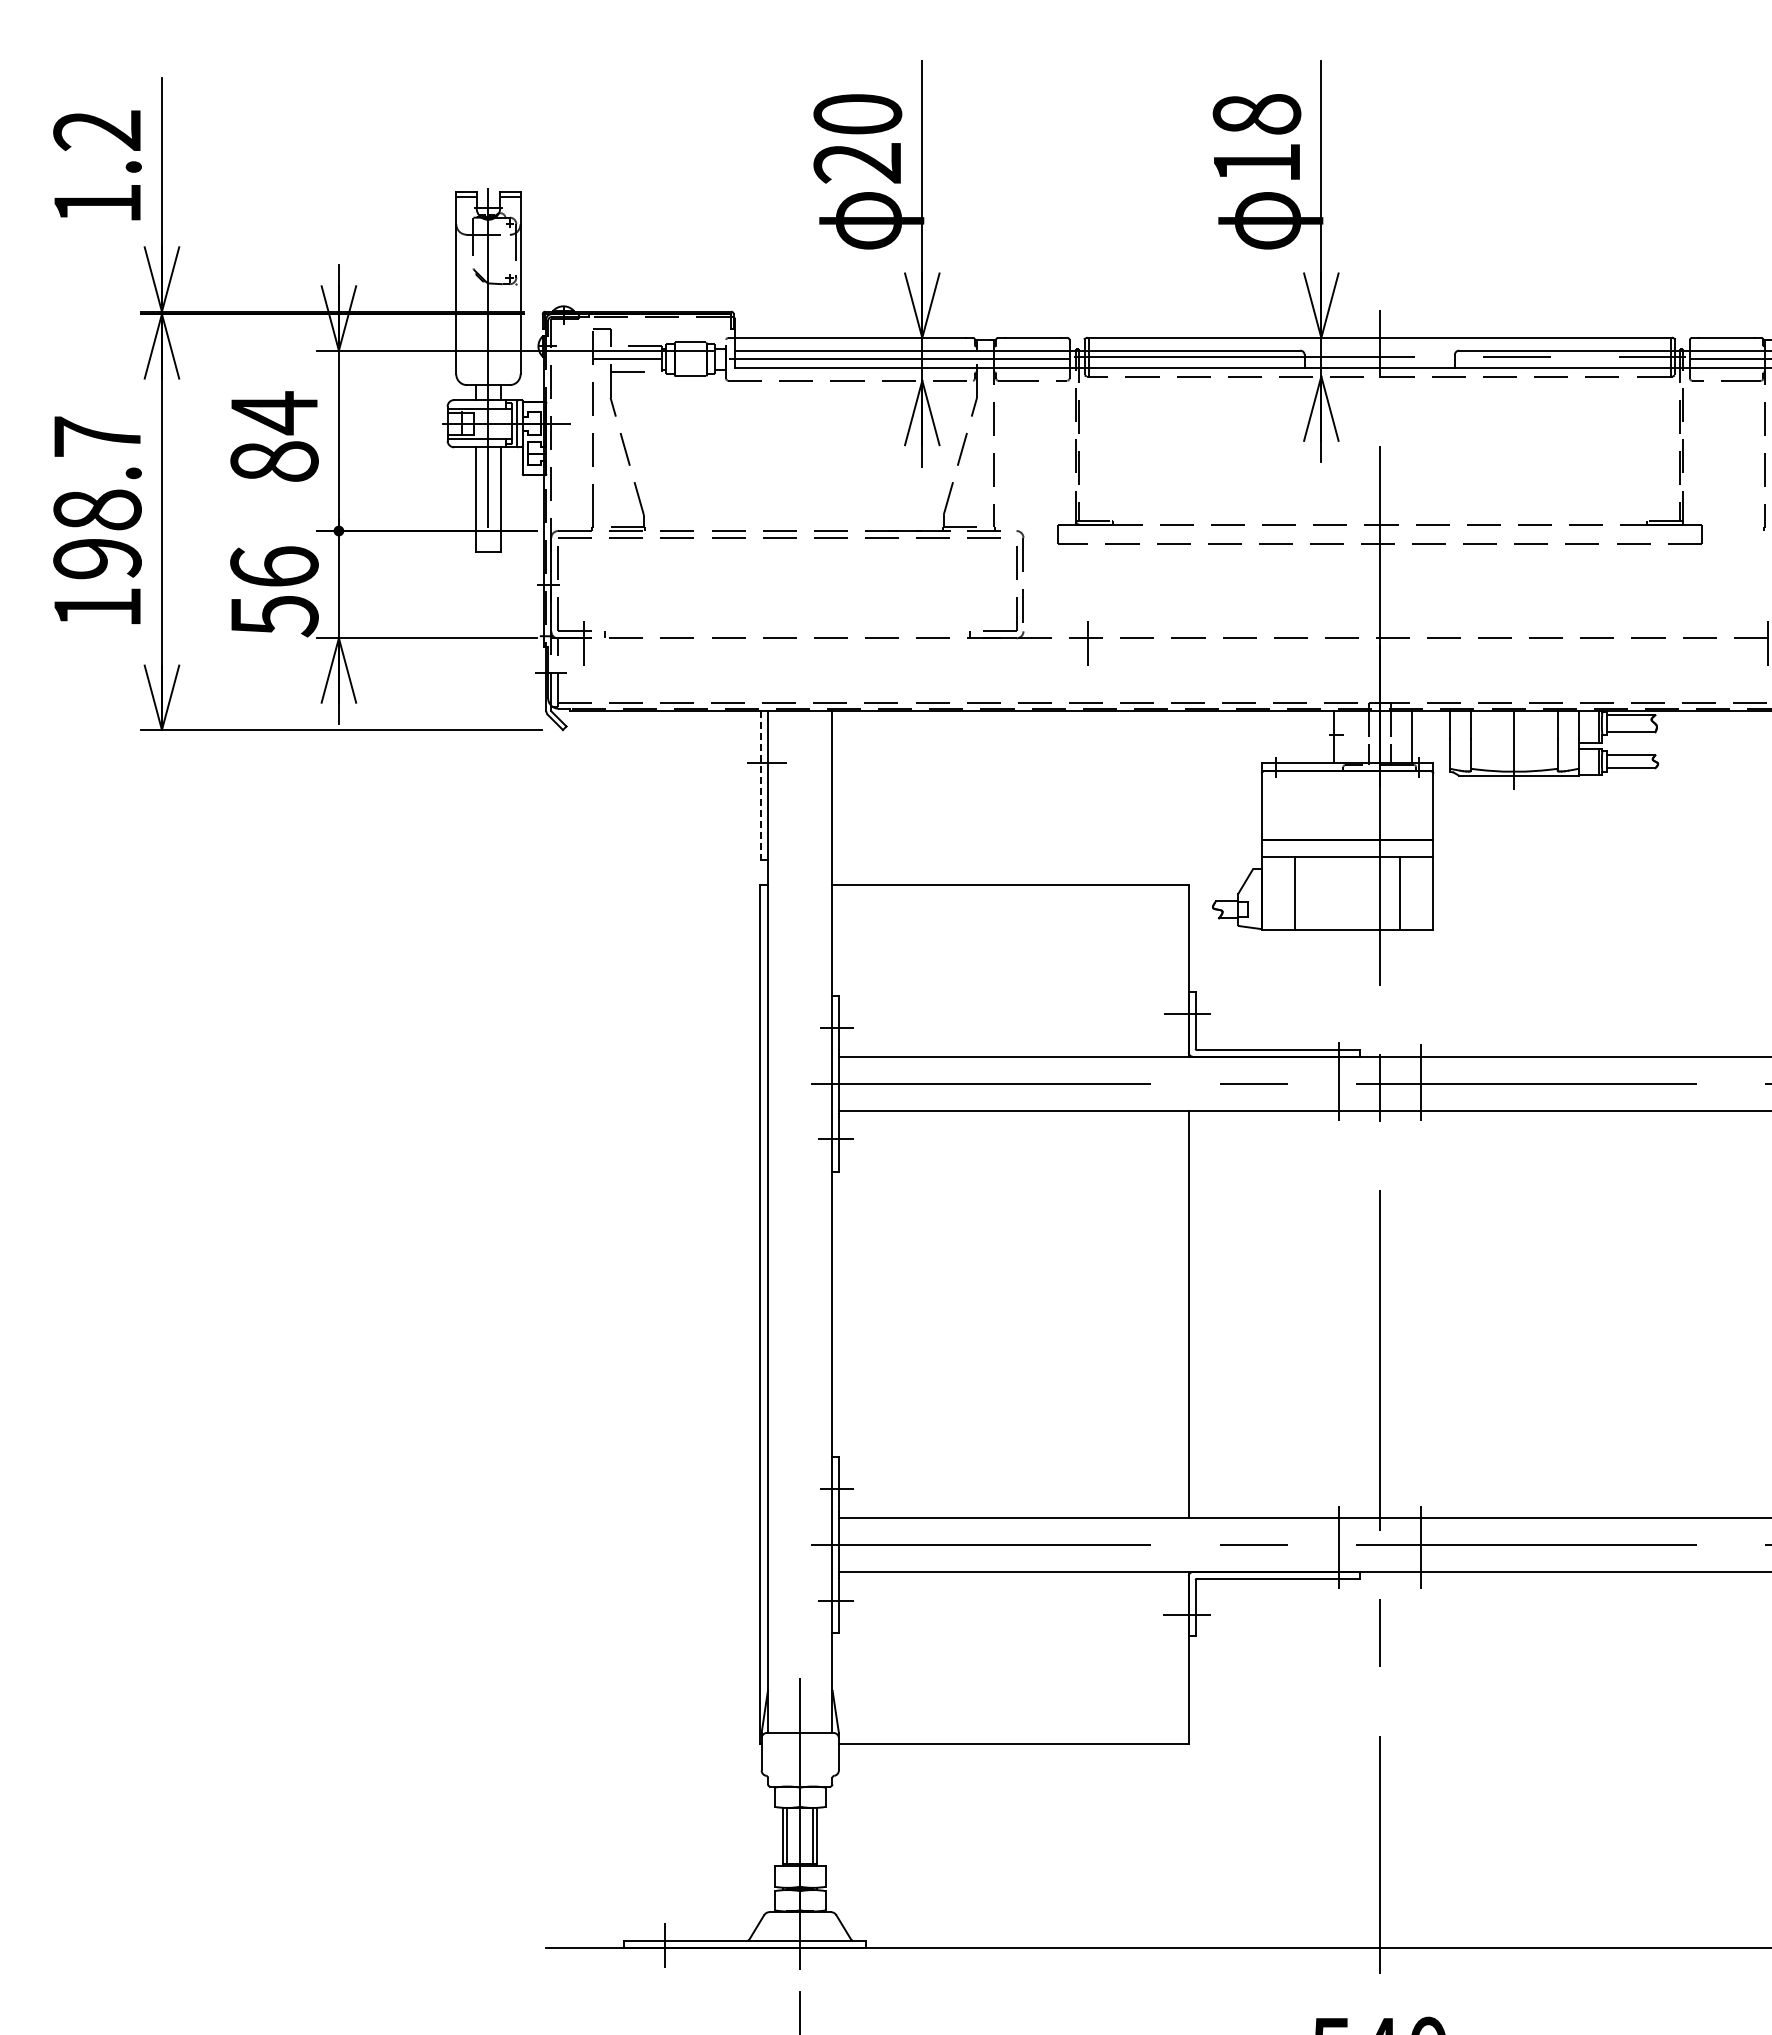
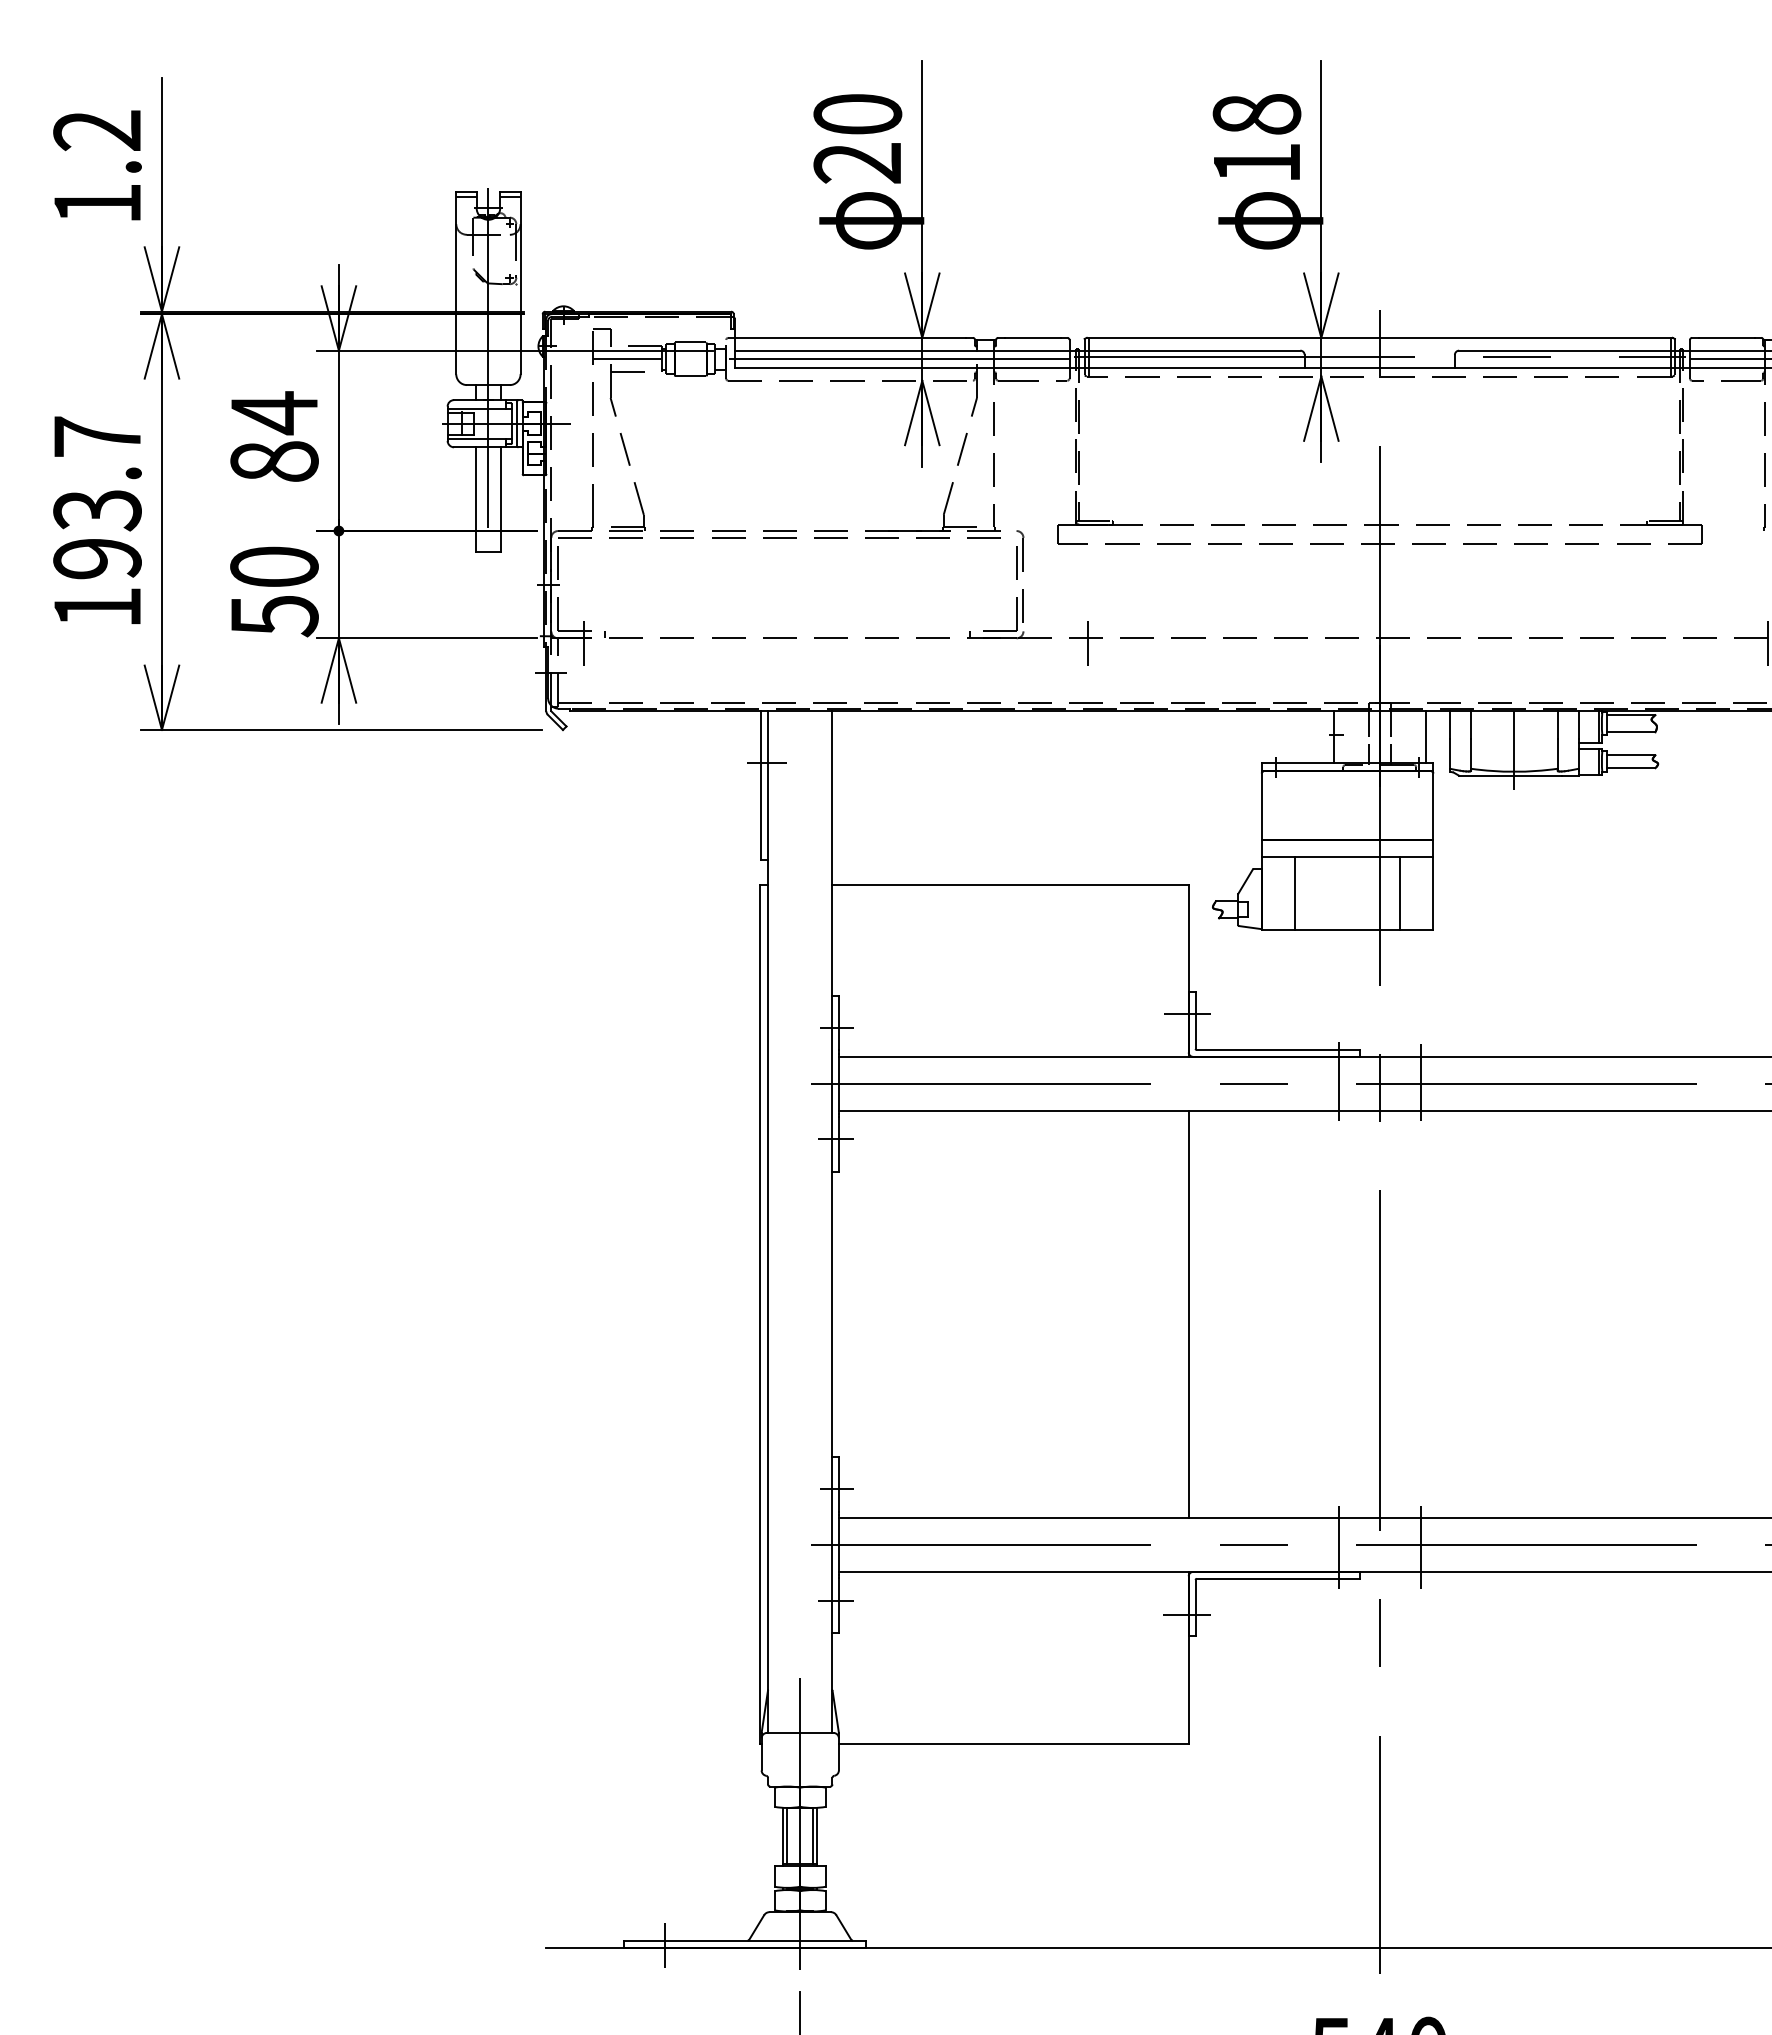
text at (97, 510): 198.7 -> 193.7
text at (274, 566): 56 -> 50
line at (1411, 736) position: (1411, 736) -> (1425, 736)
line at (761, 786): dashed -> solid
